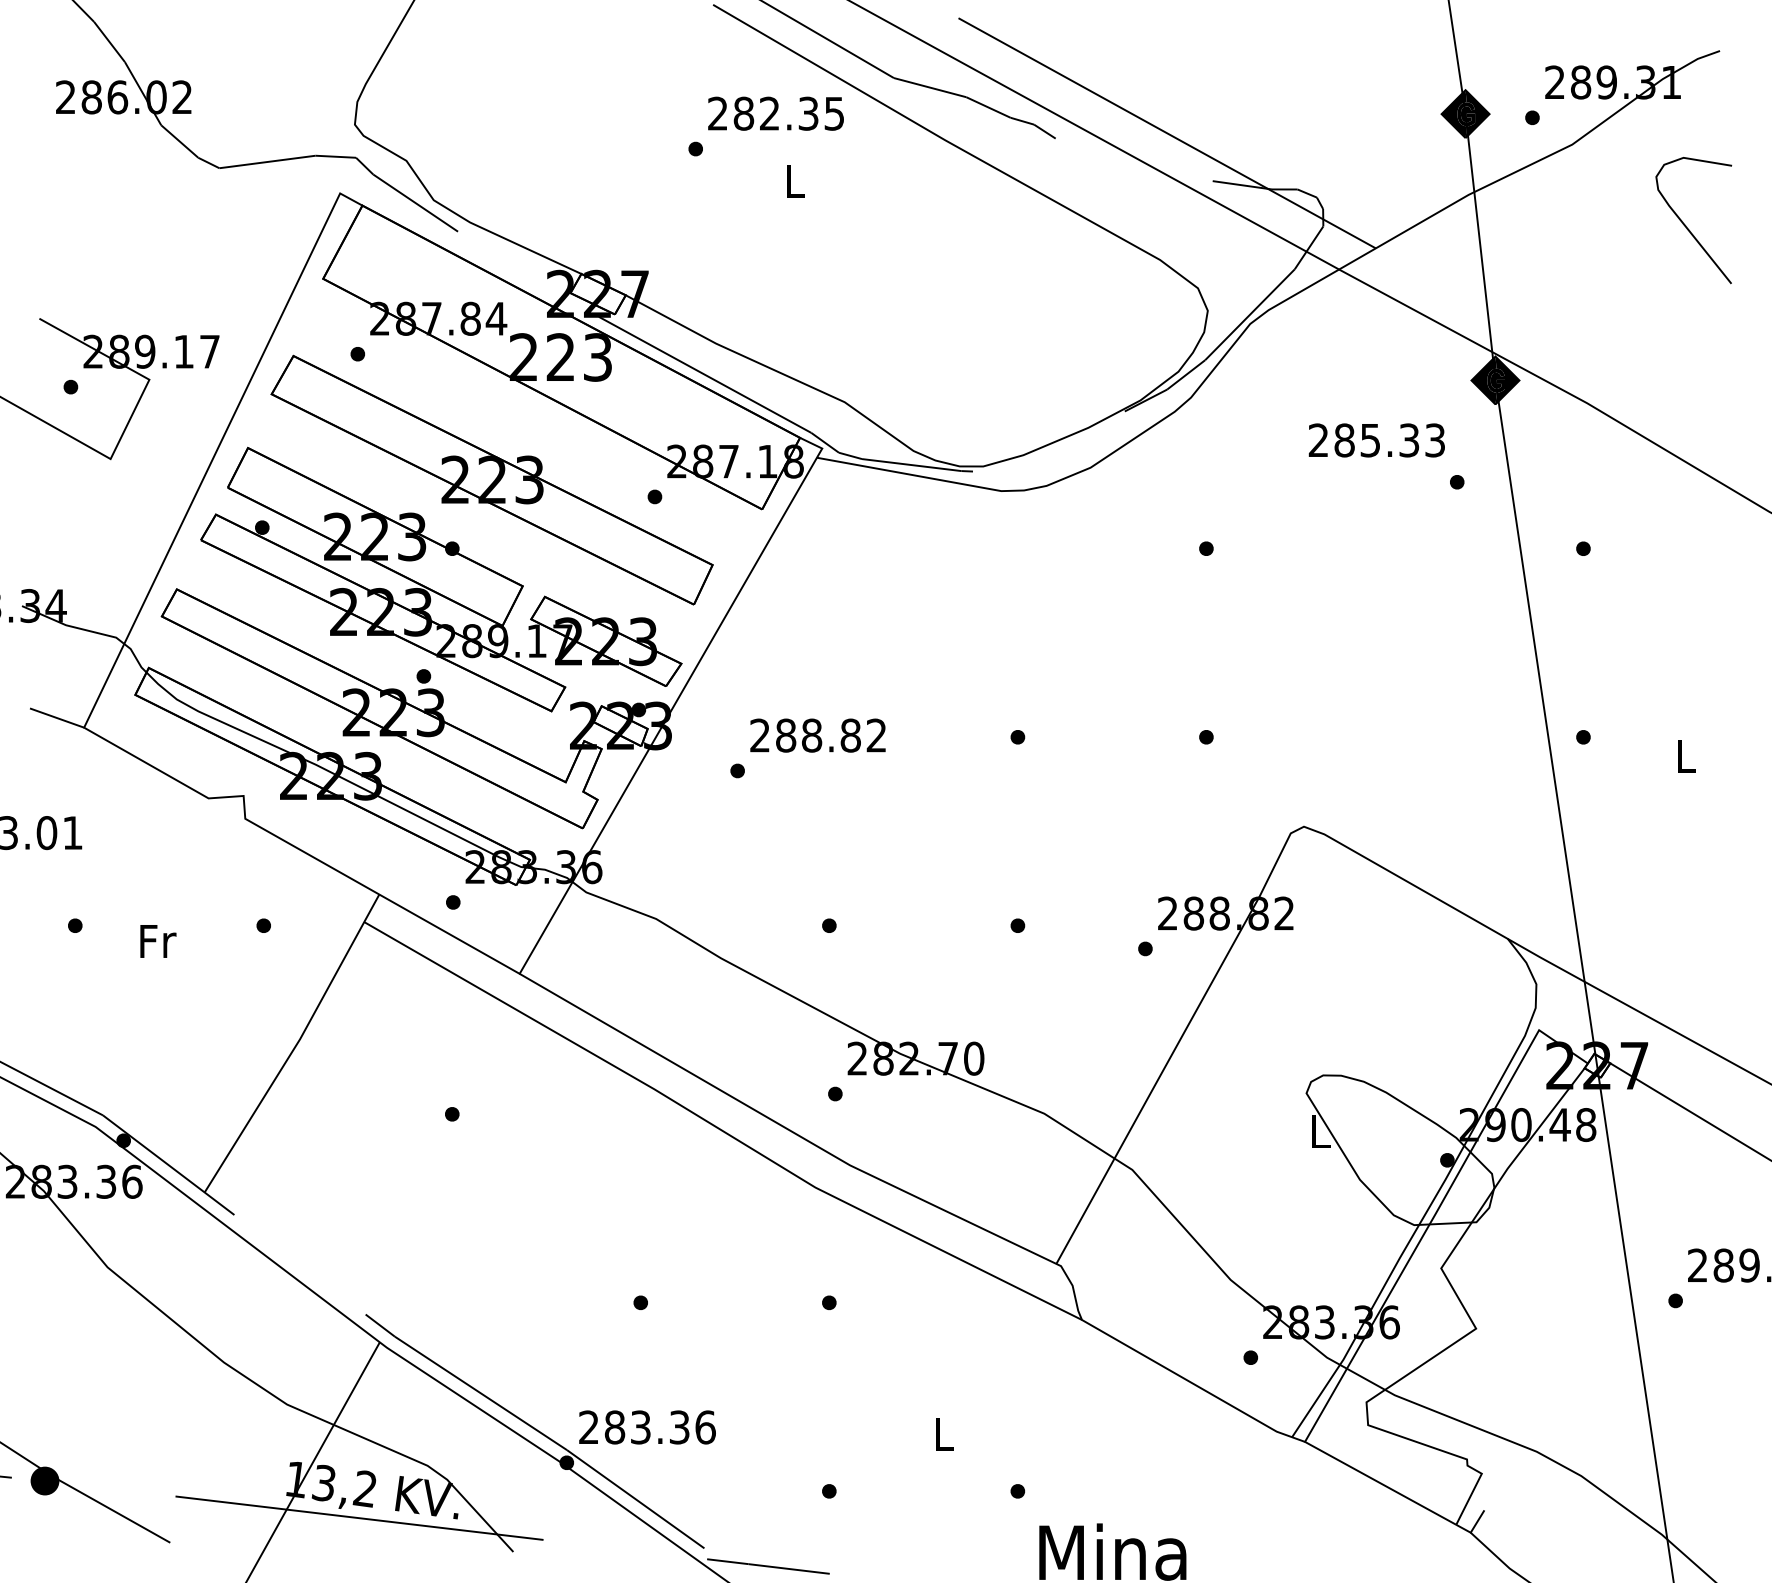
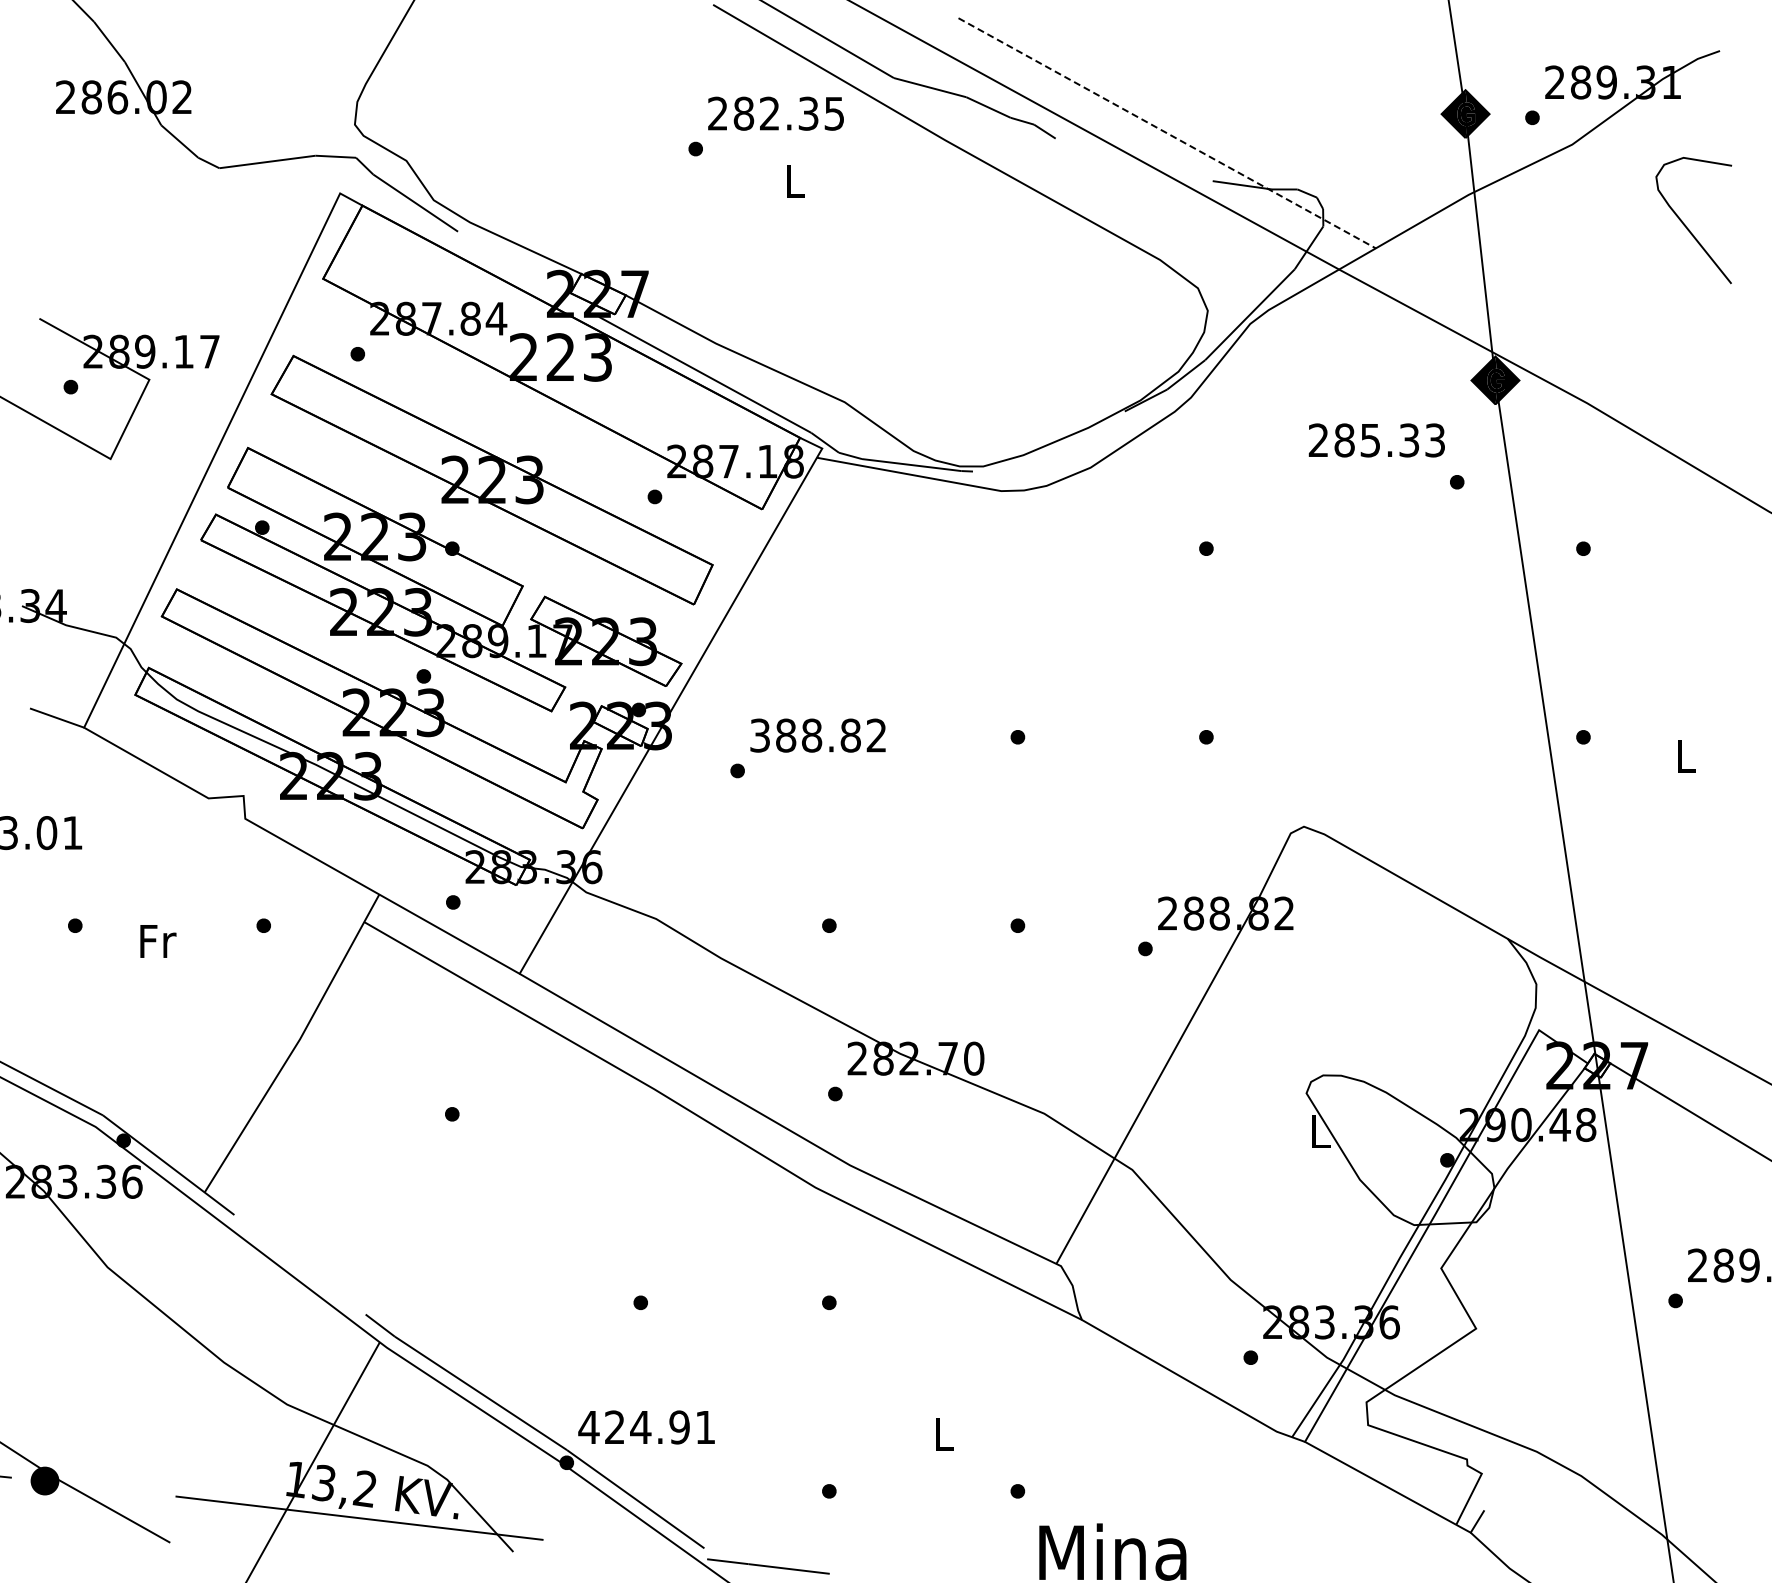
line at (1167, 133): solid -> dashed
text at (759, 735): 288.82 -> 388.82
text at (646, 1427): 283.36 -> 424.91
